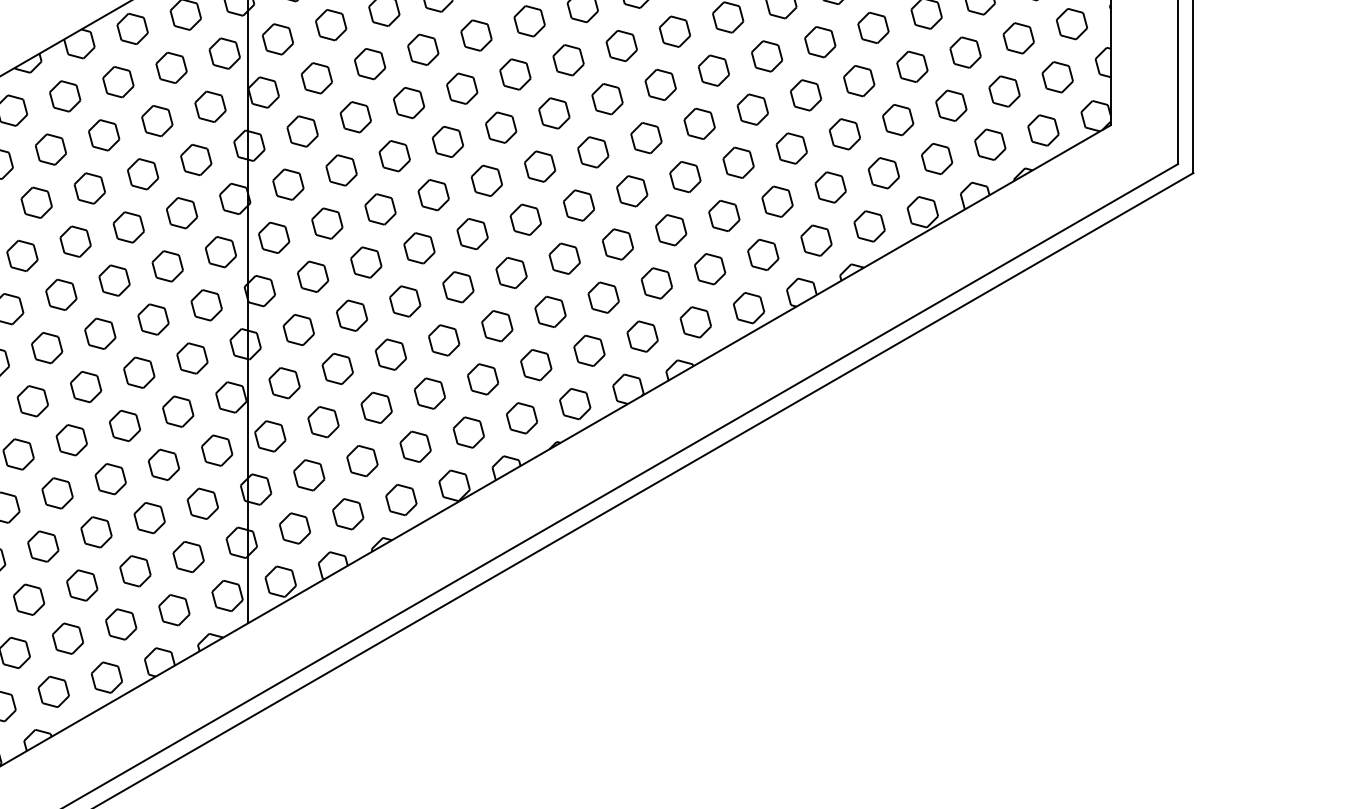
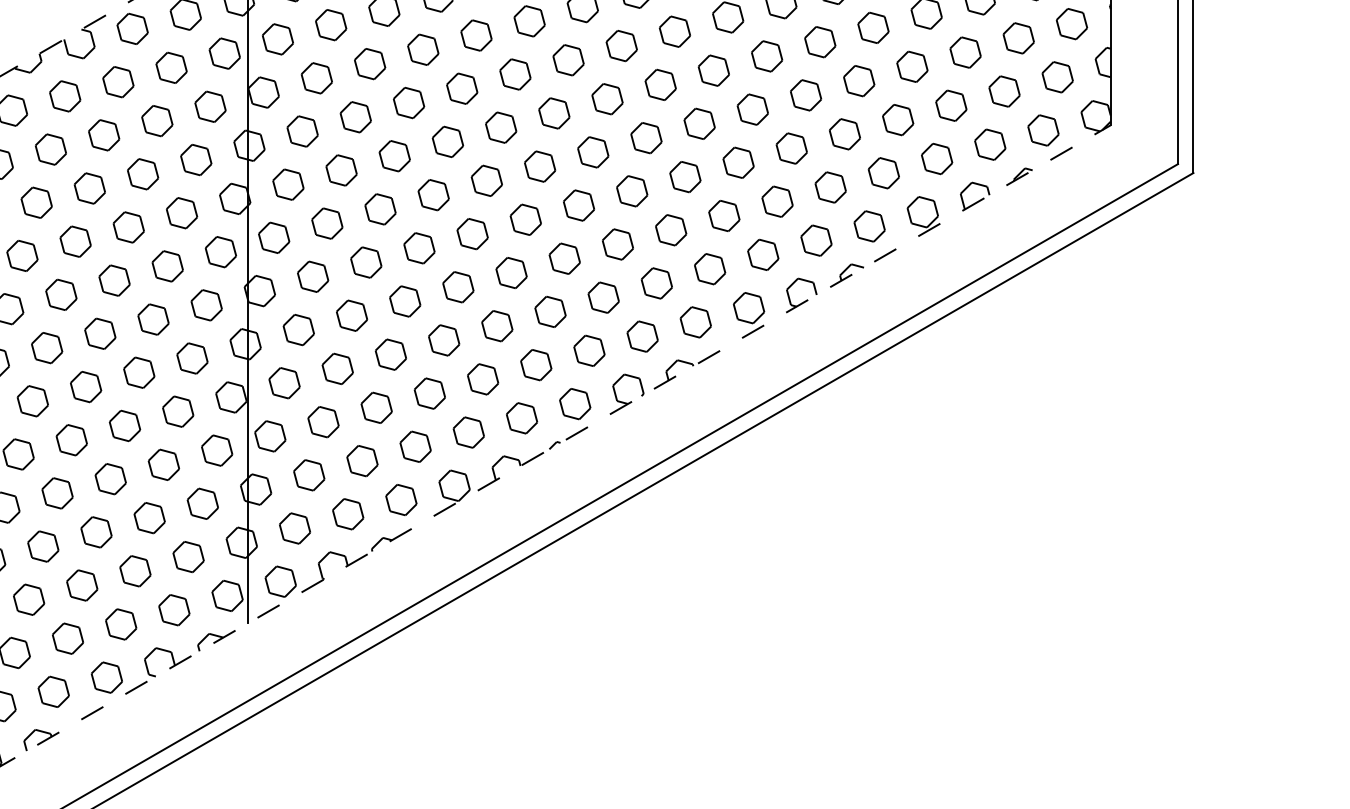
line at (66, 38): solid -> dashed
line at (555, 445): solid -> dashed
